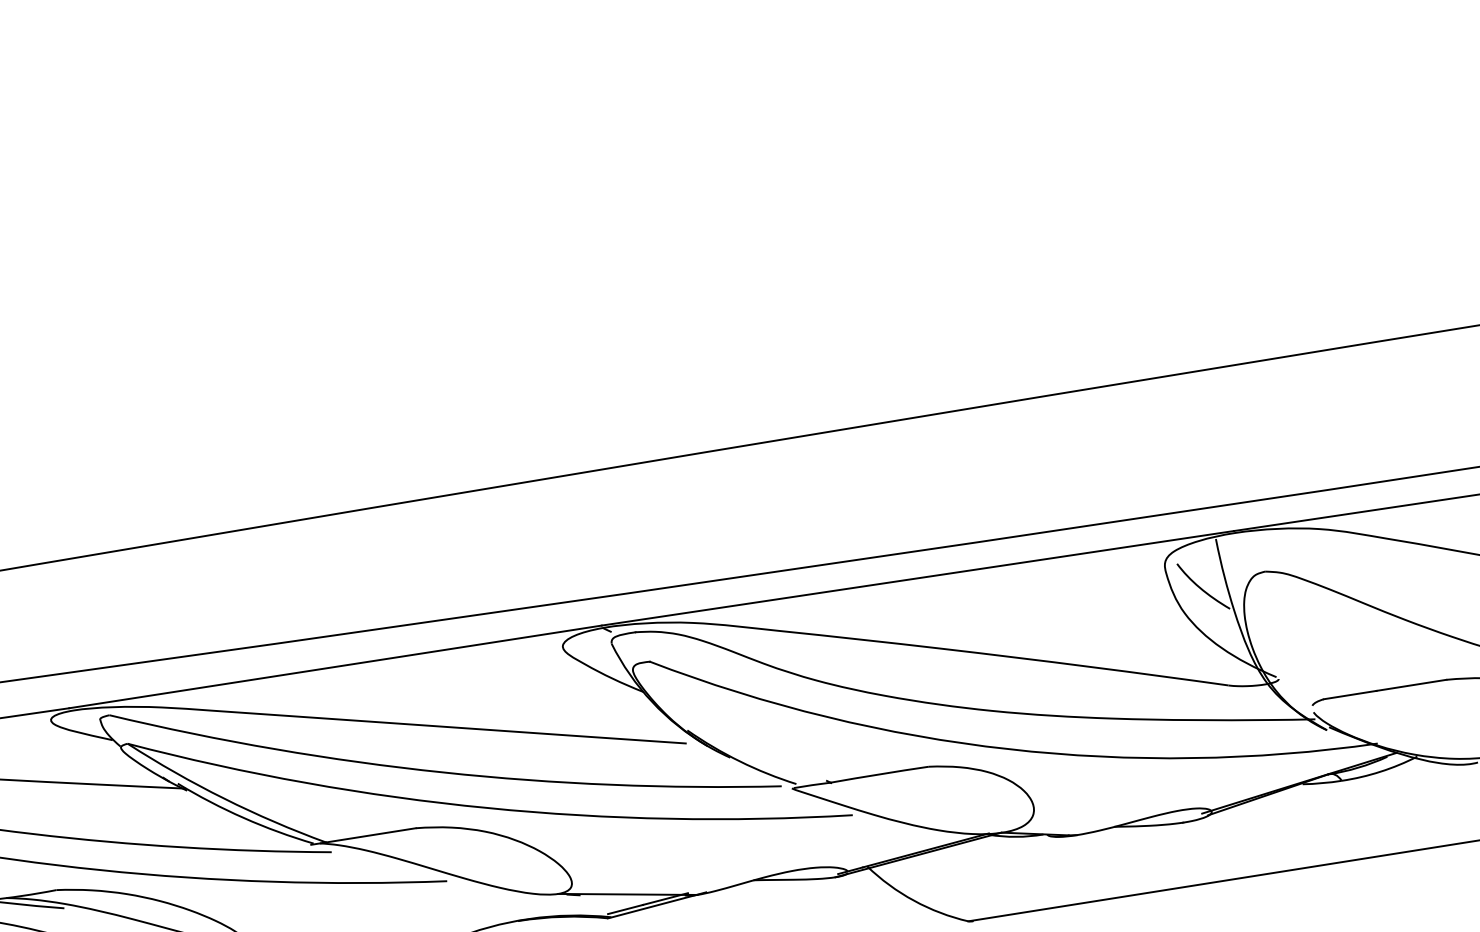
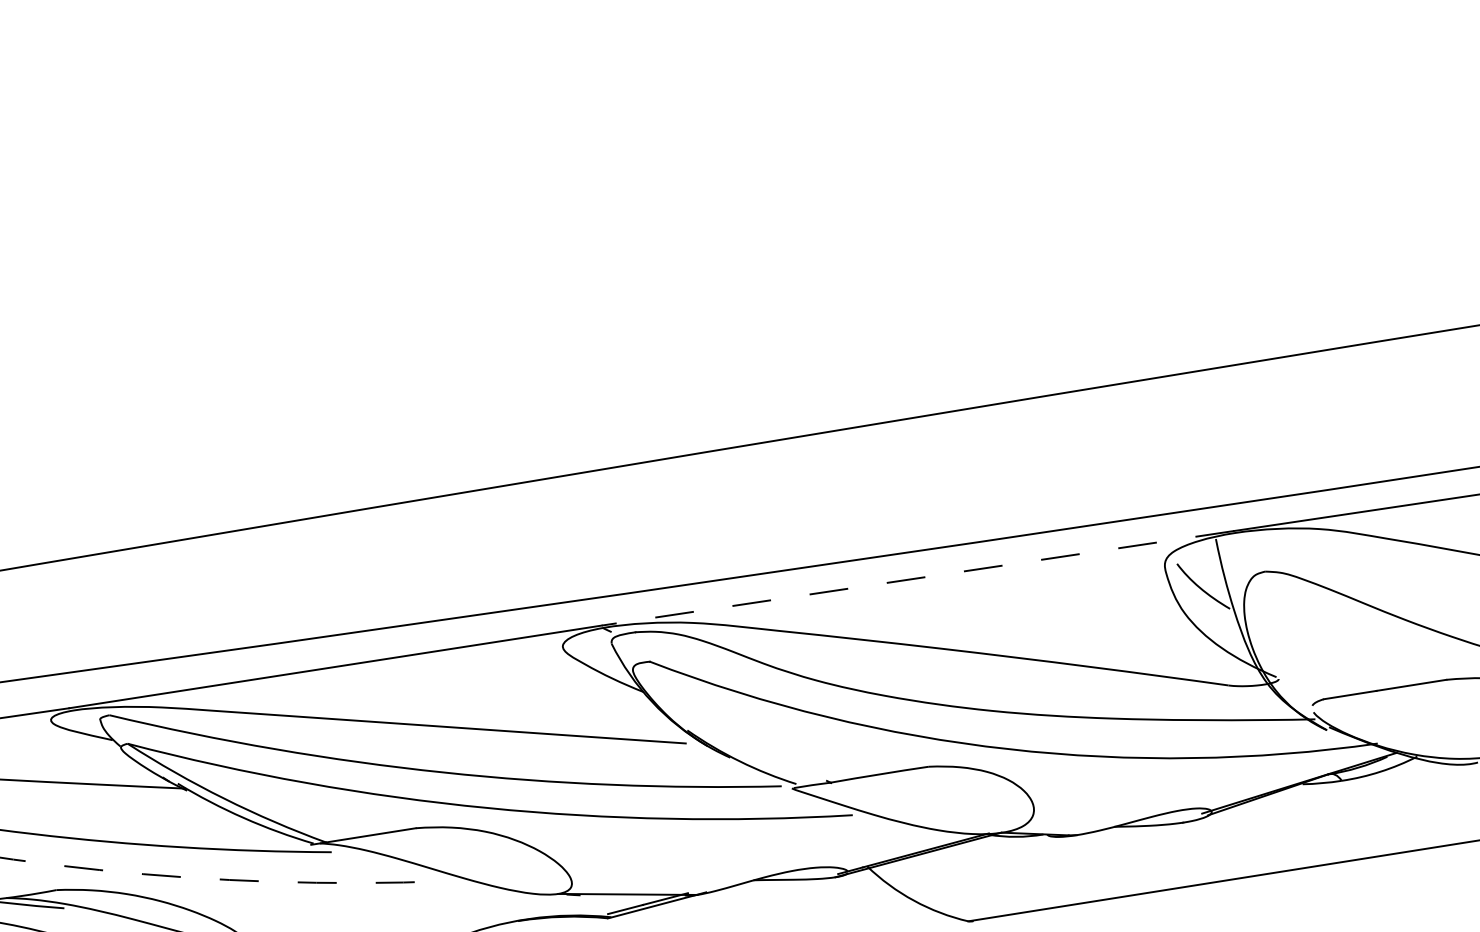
line at (917, 578): solid -> dashed
arc at (223, 879): solid -> dashed
